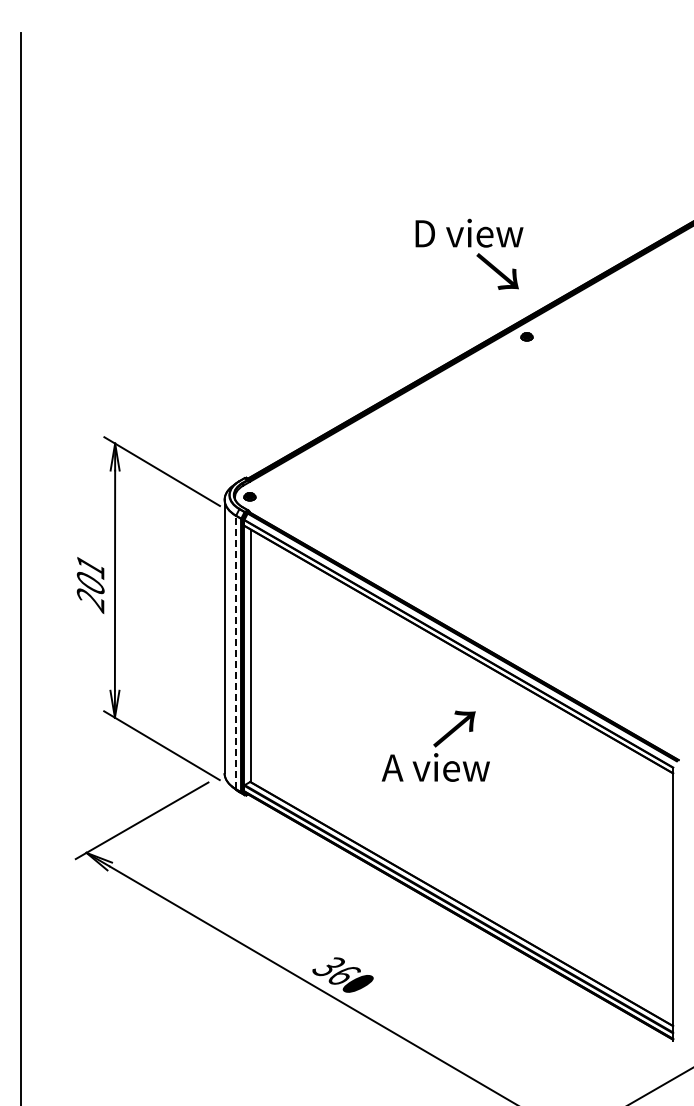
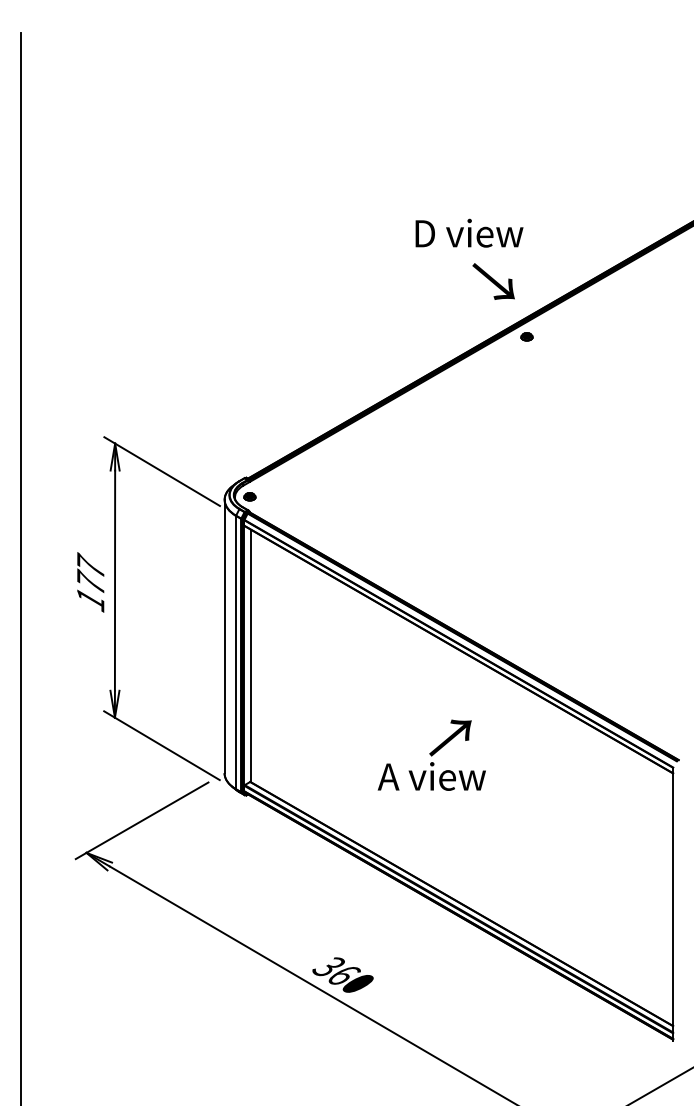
text at (497, 271) position: (497, 271) -> (493, 281)
text at (90, 582): 201 -> 177
line at (236, 652): dashed -> solid
text at (435, 745) position: (435, 745) -> (431, 754)
